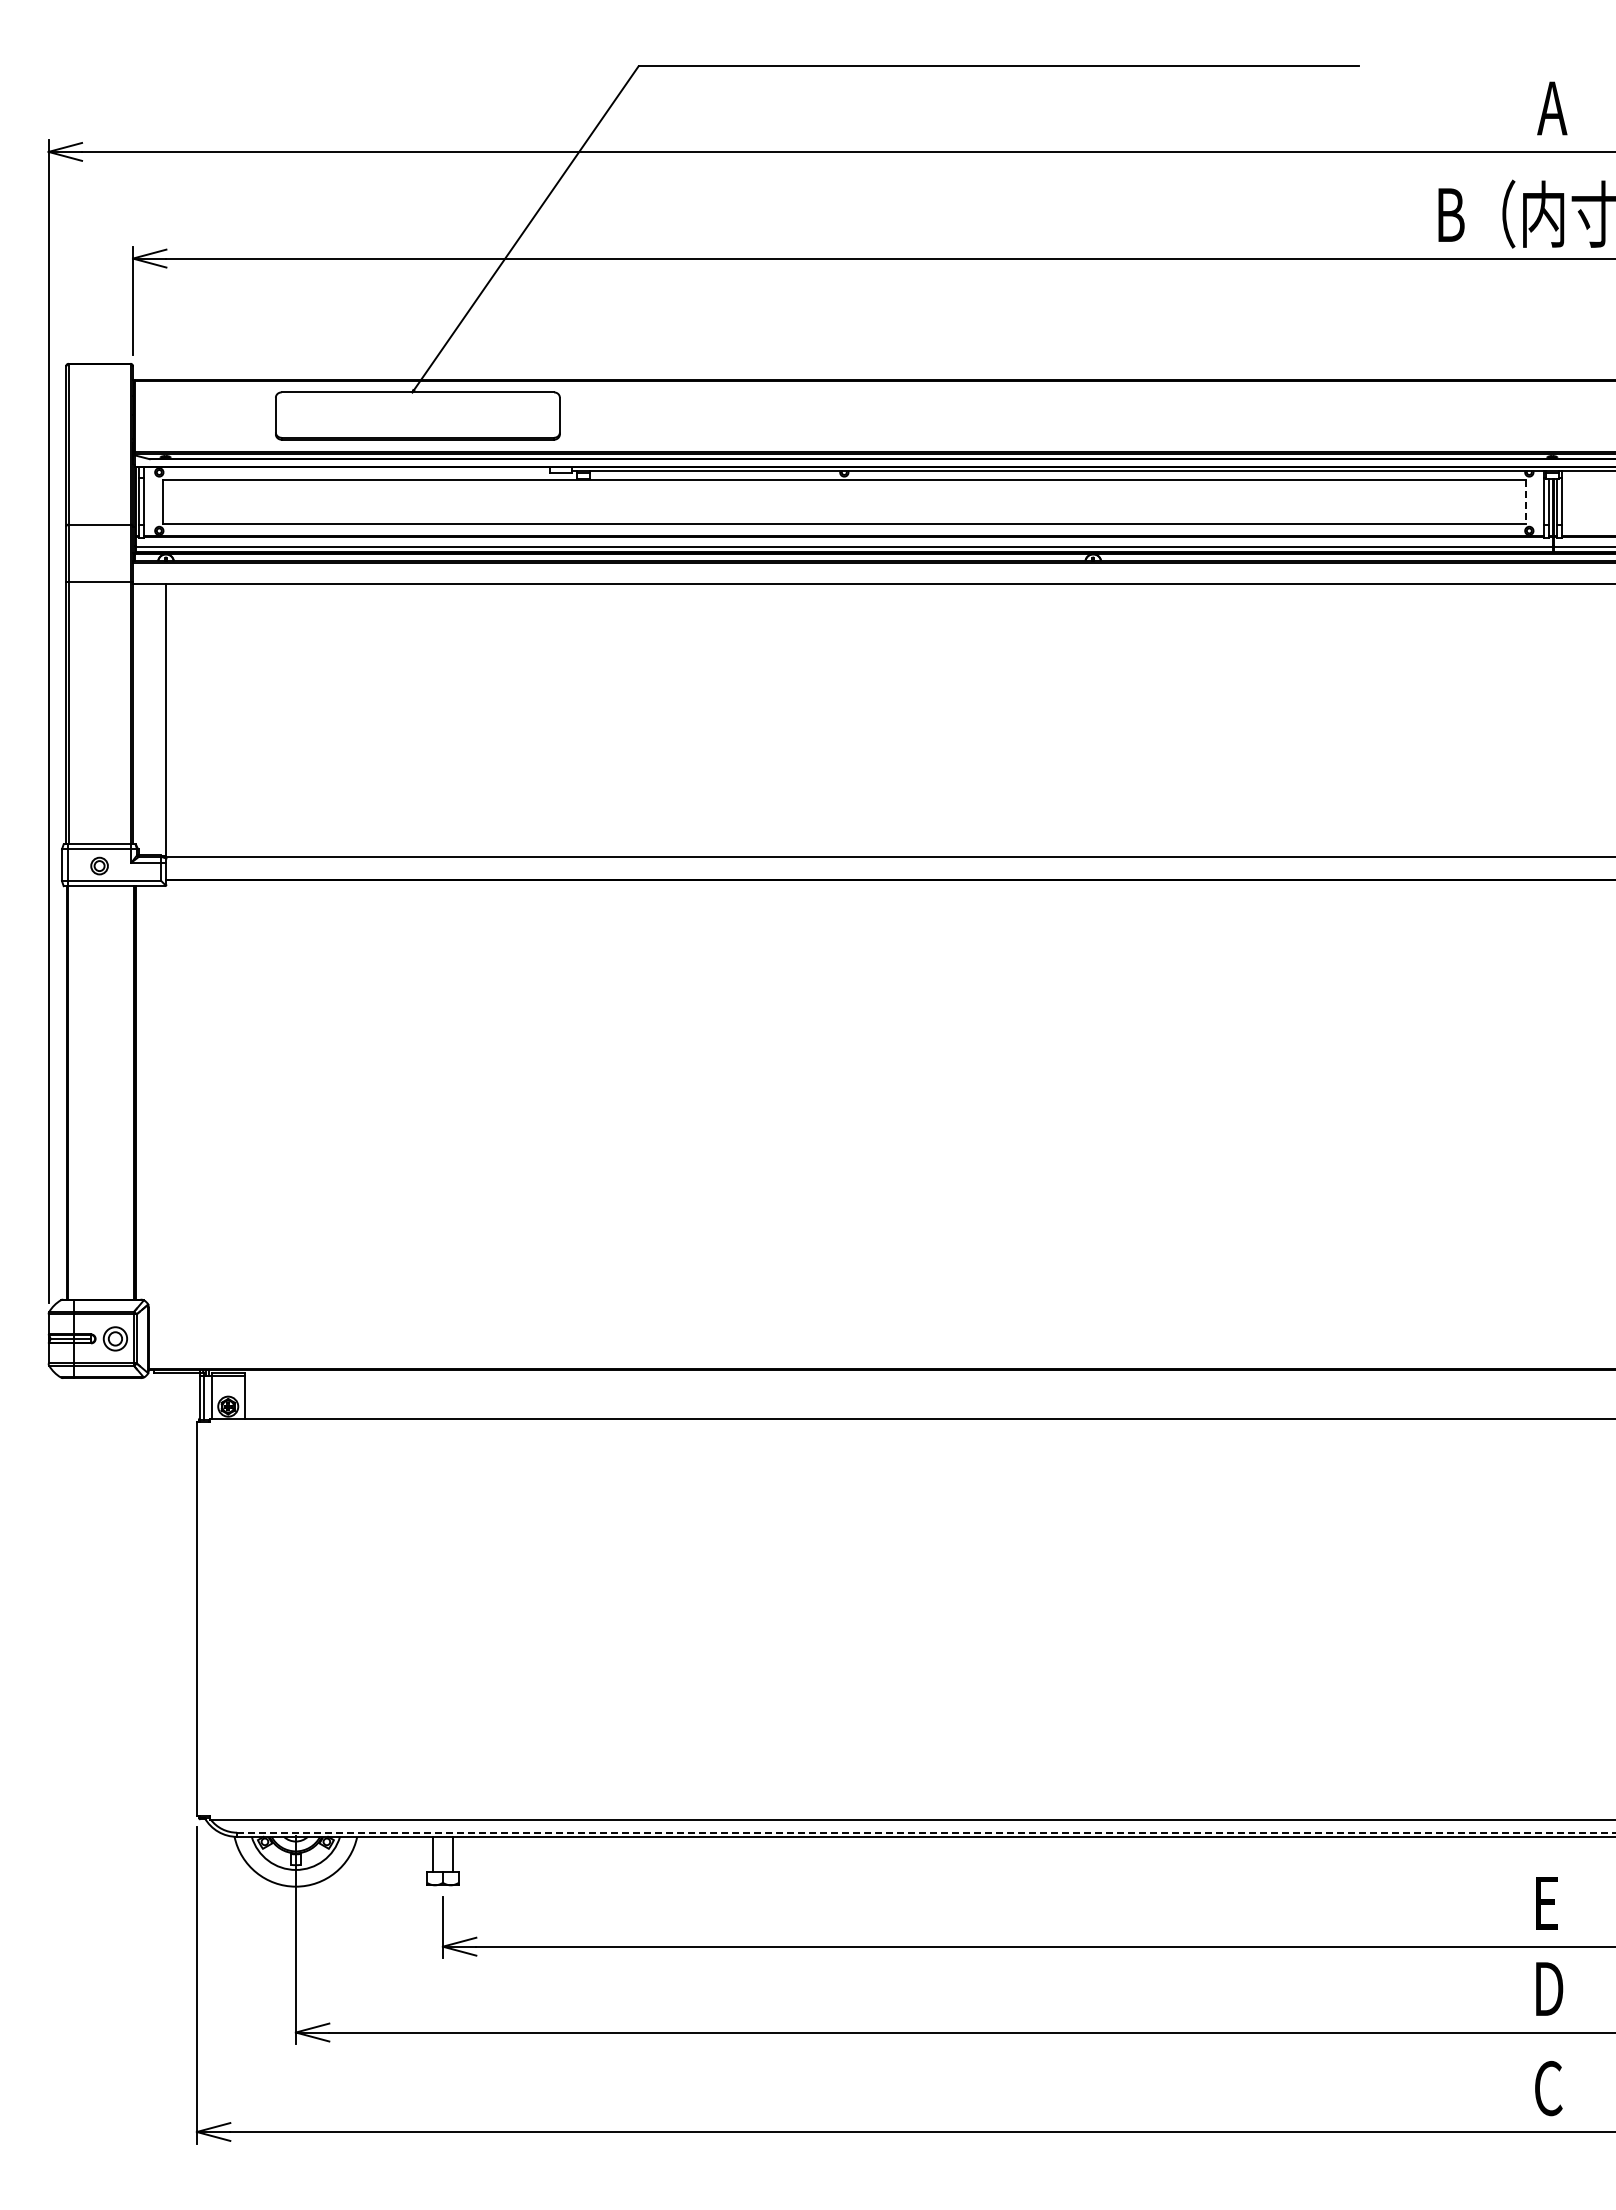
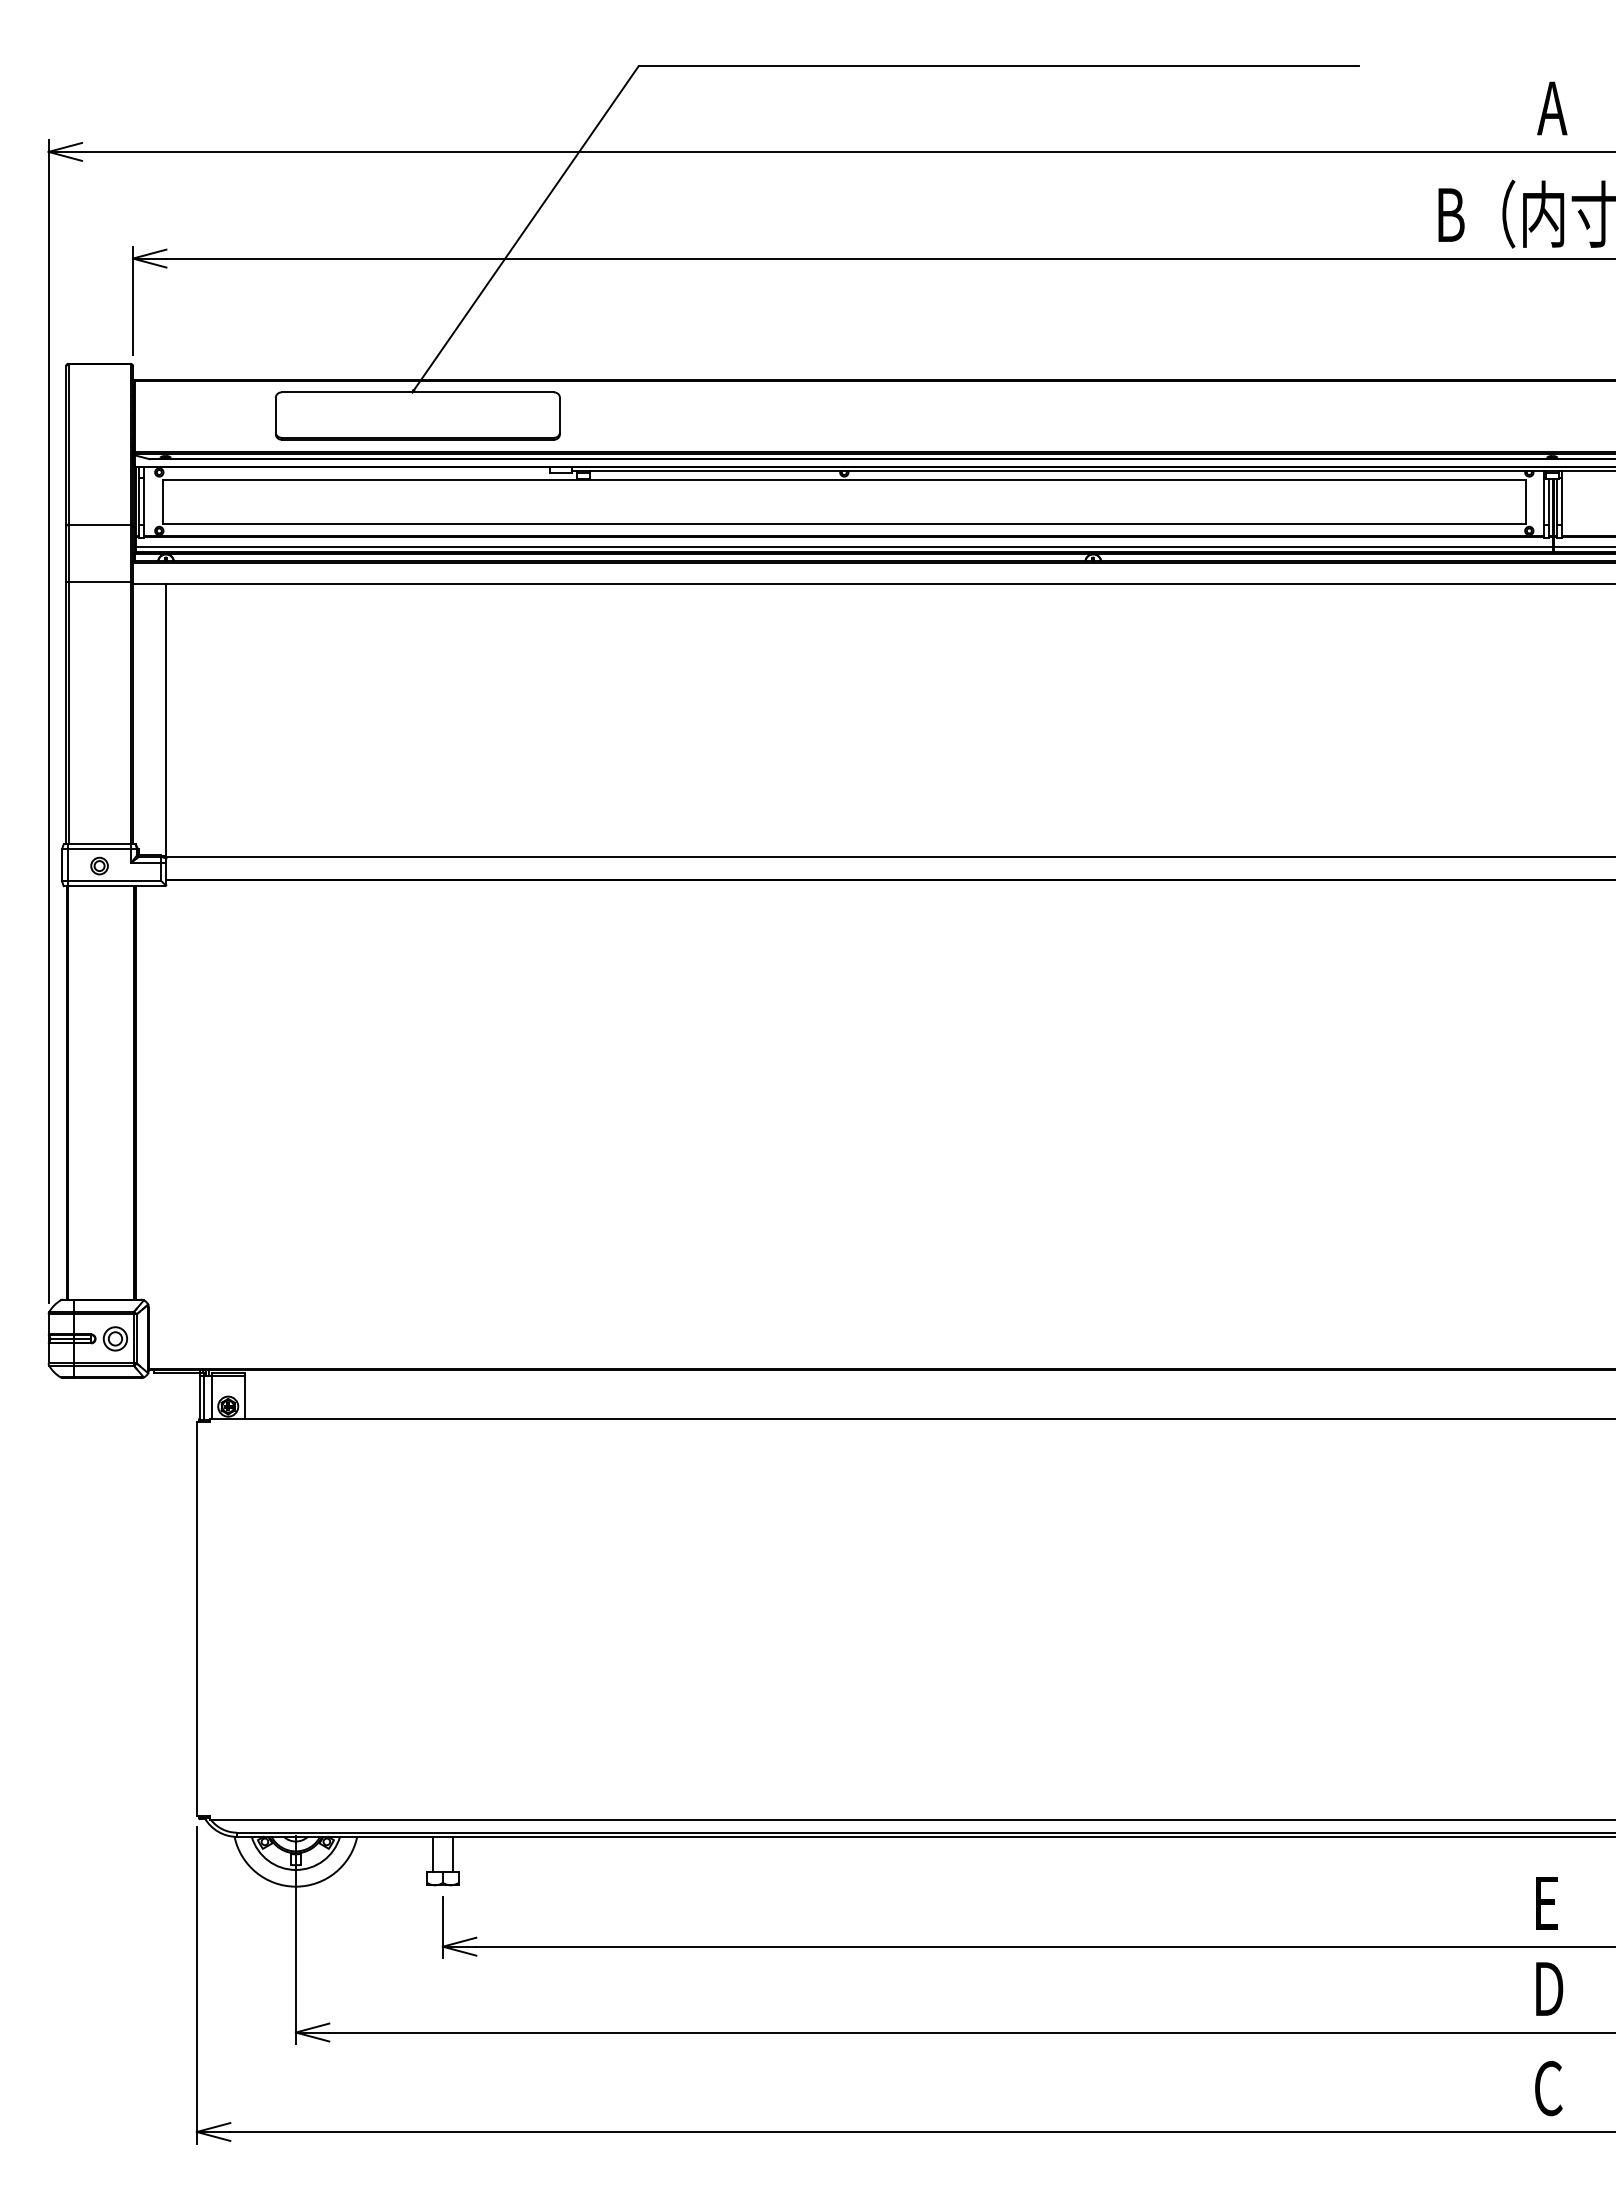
line at (1526, 502): dashed -> solid
line at (926, 1832): dashed -> solid
